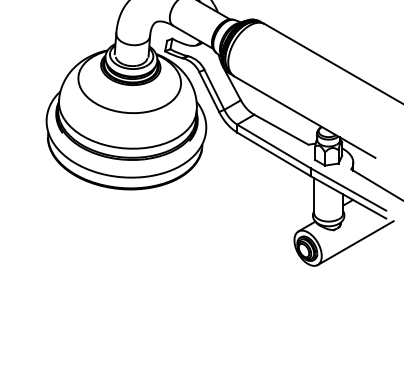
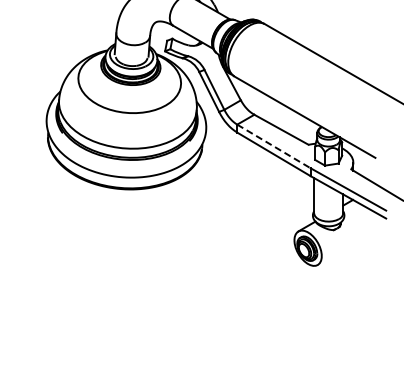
line at (273, 146): solid -> dashed
line at (355, 243): present -> none
